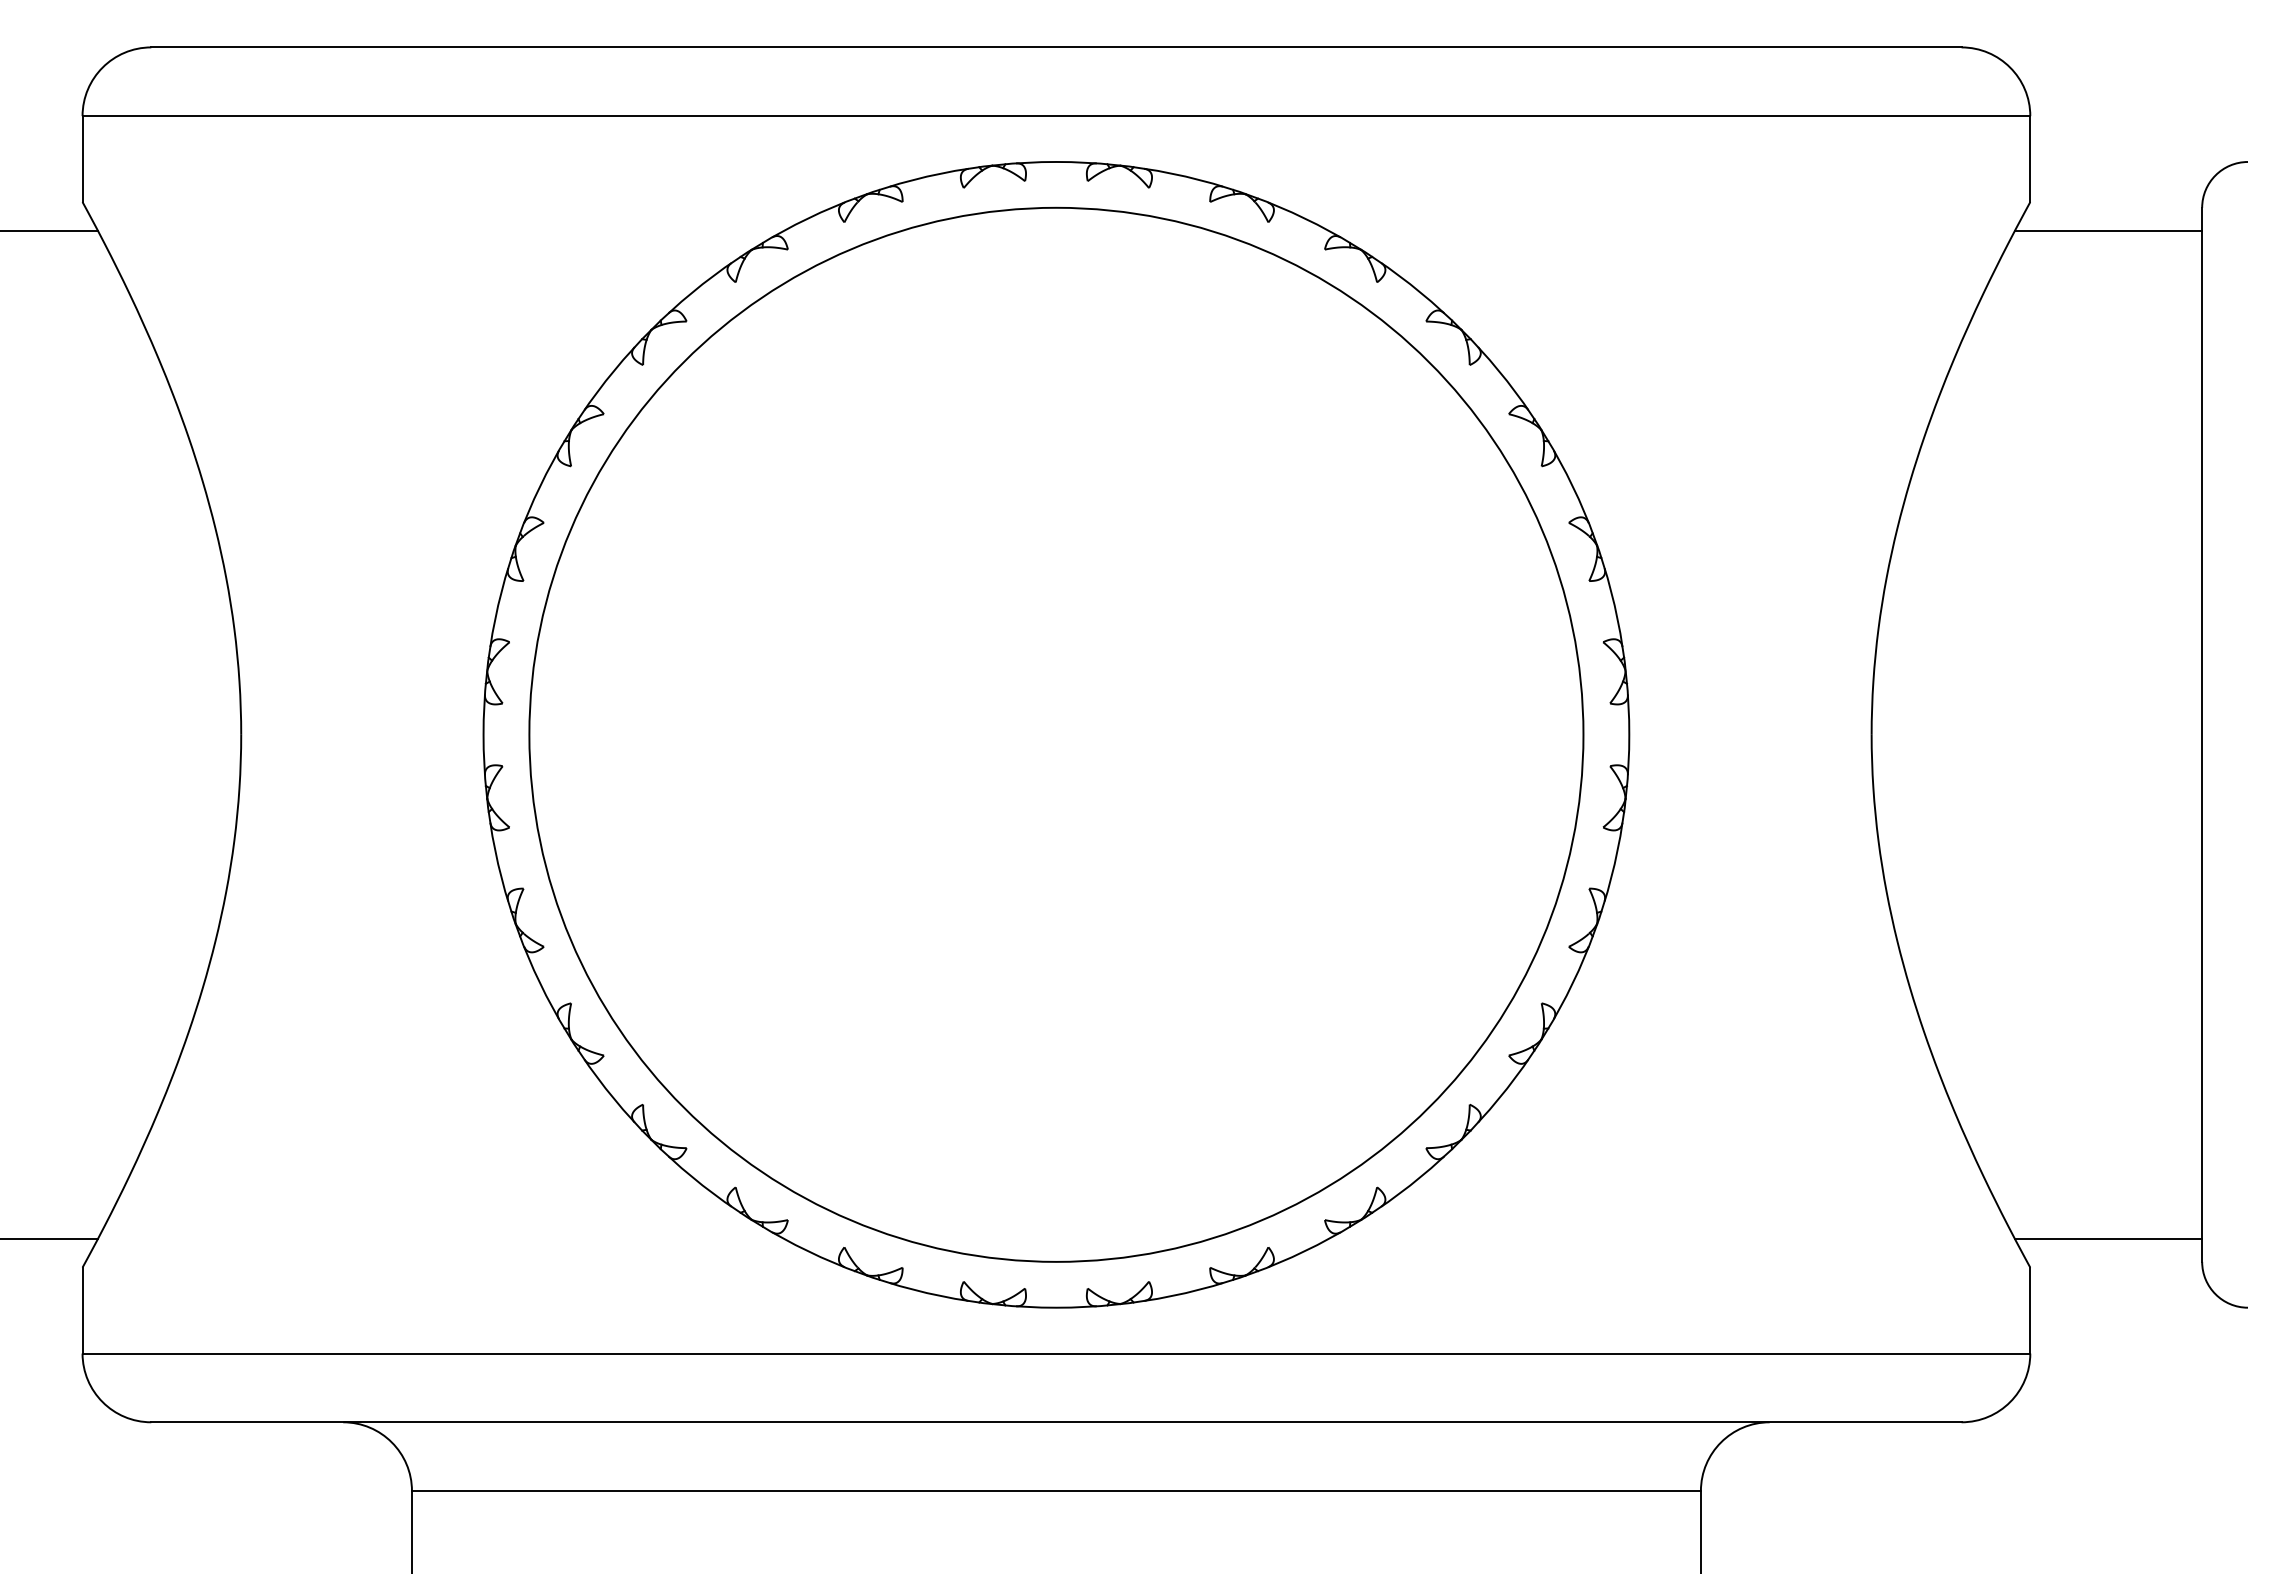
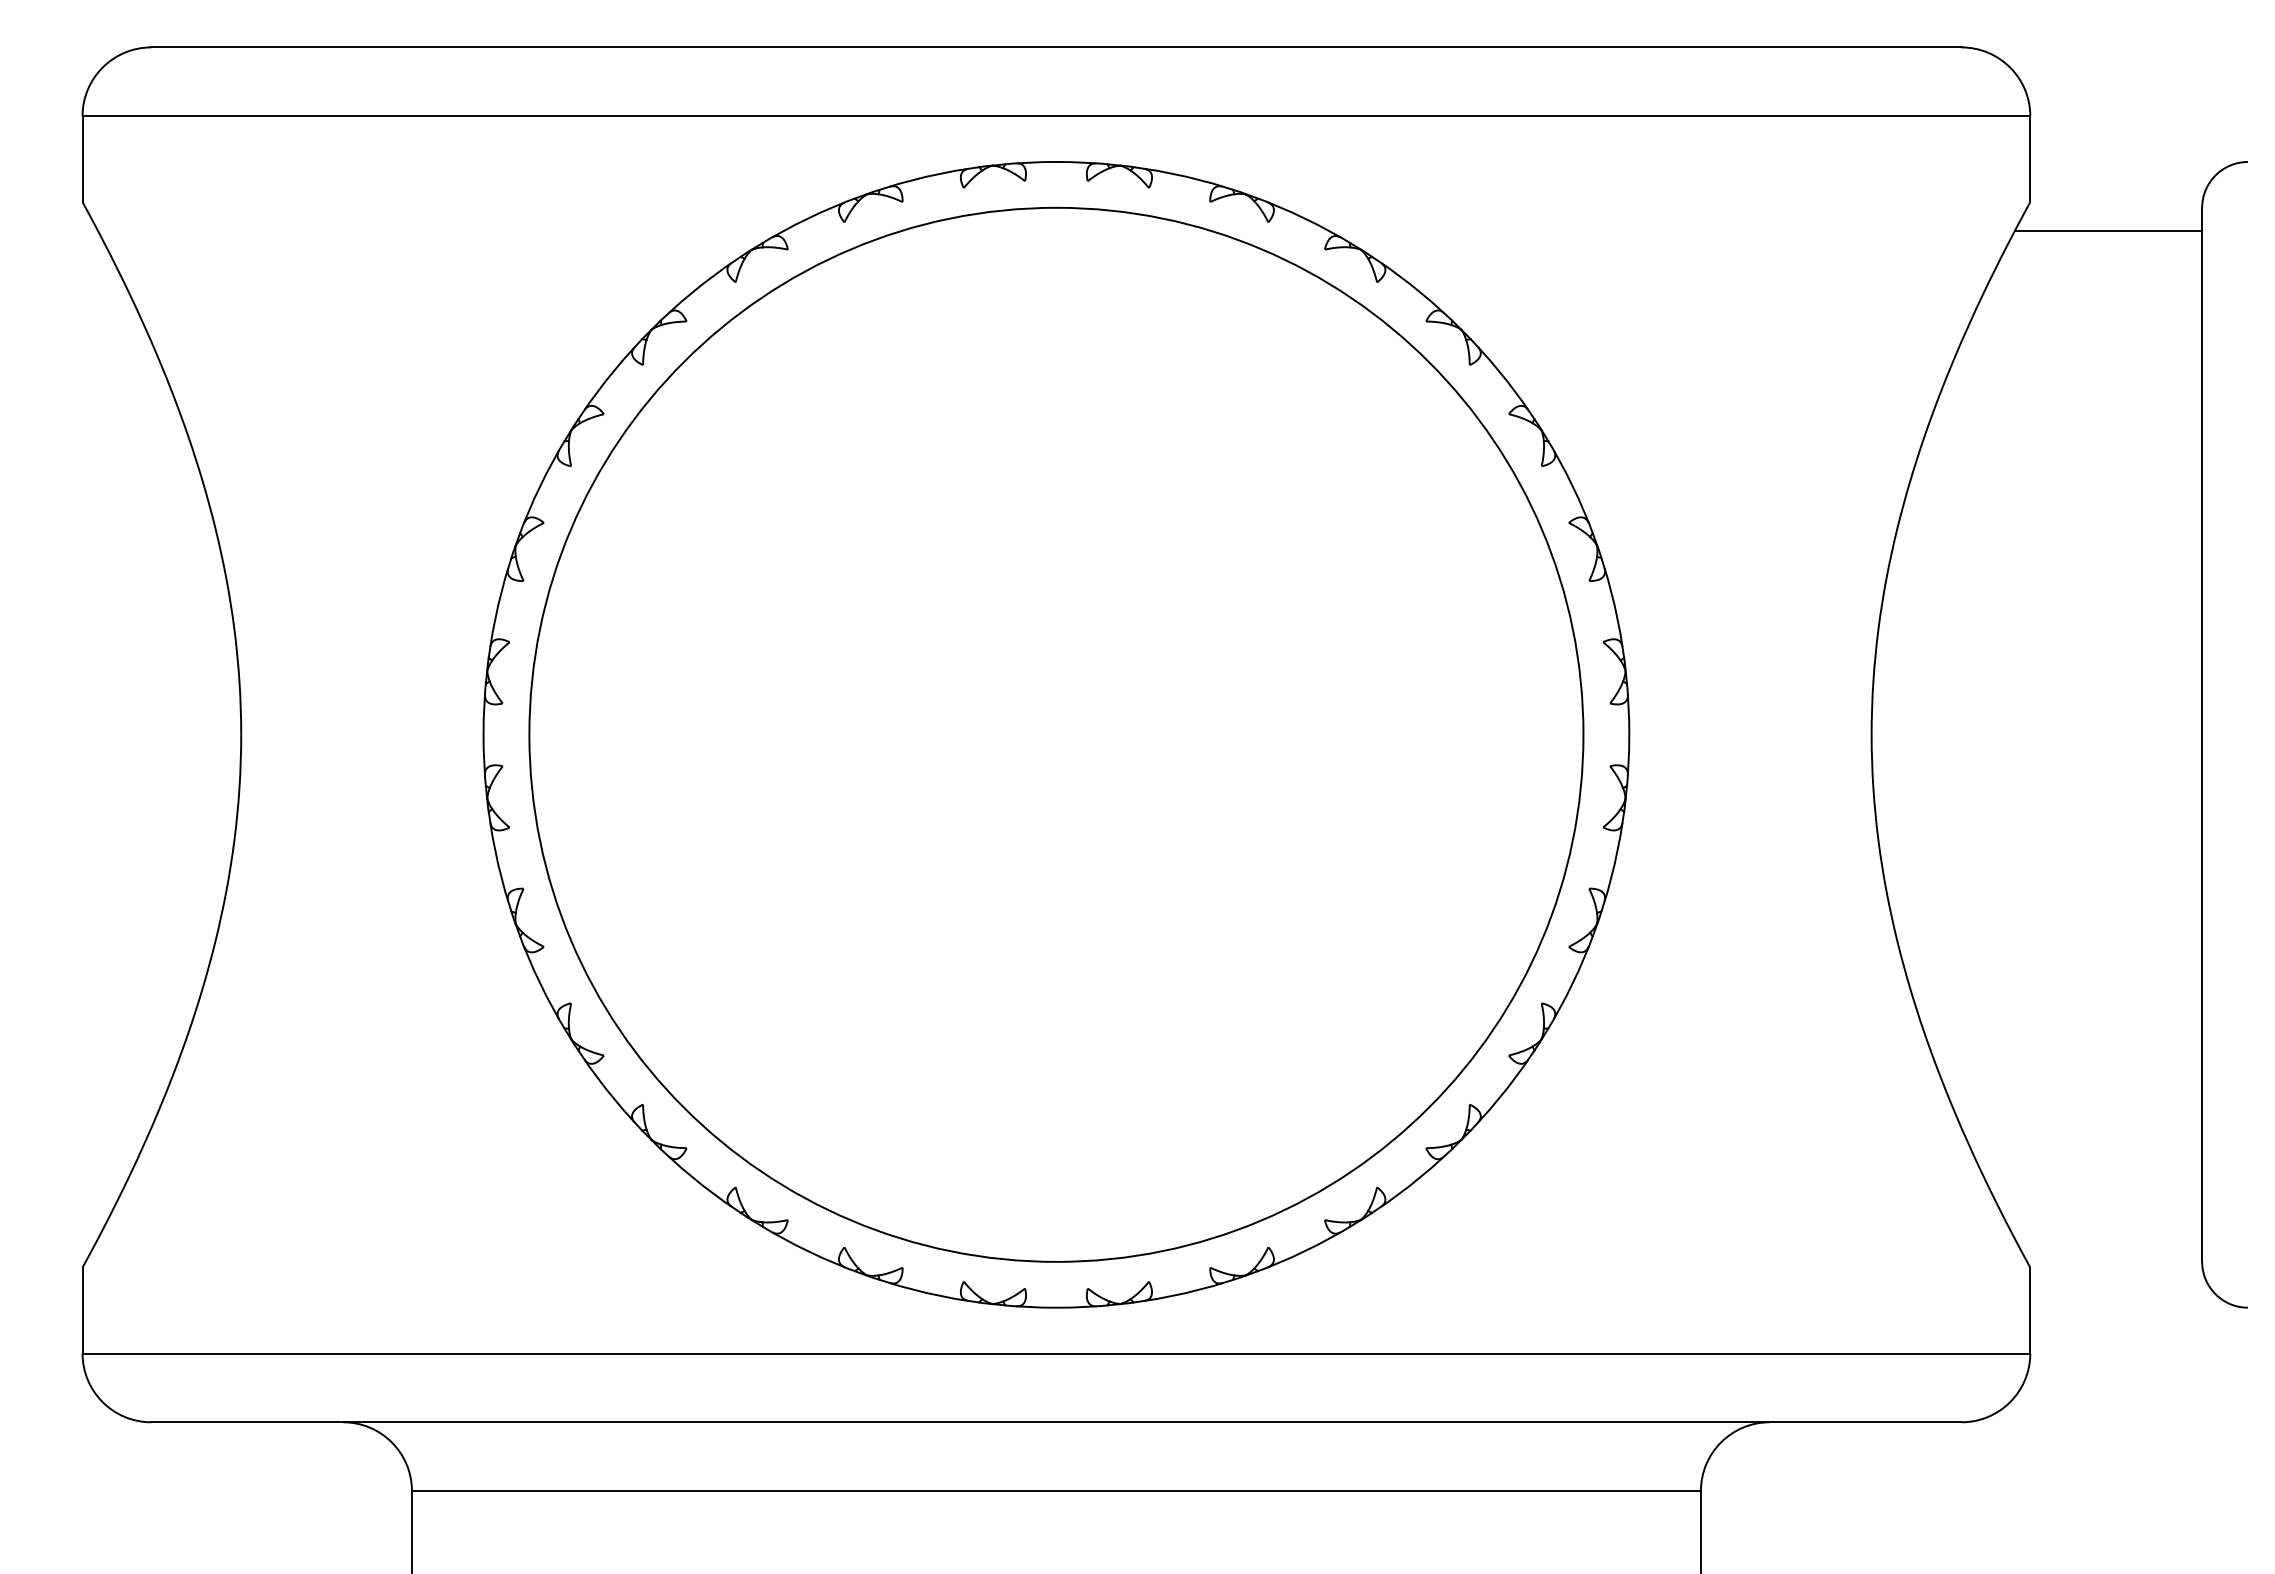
line at (49, 230): present -> none
line at (49, 1238): present -> none
line at (2108, 1238): present -> none
